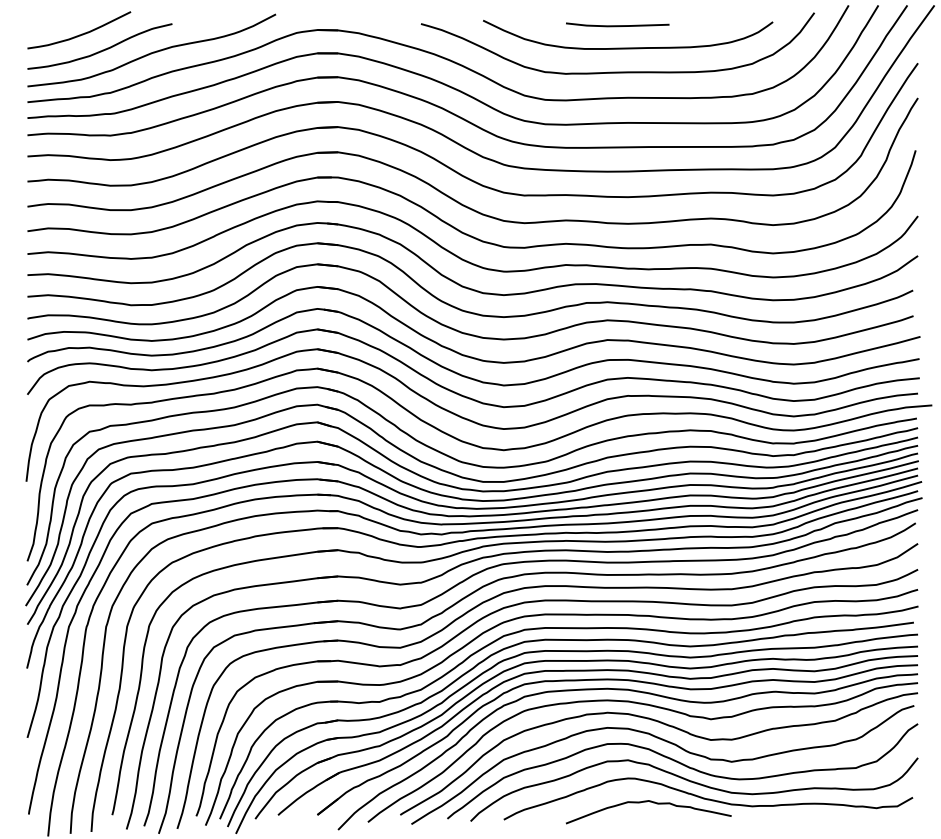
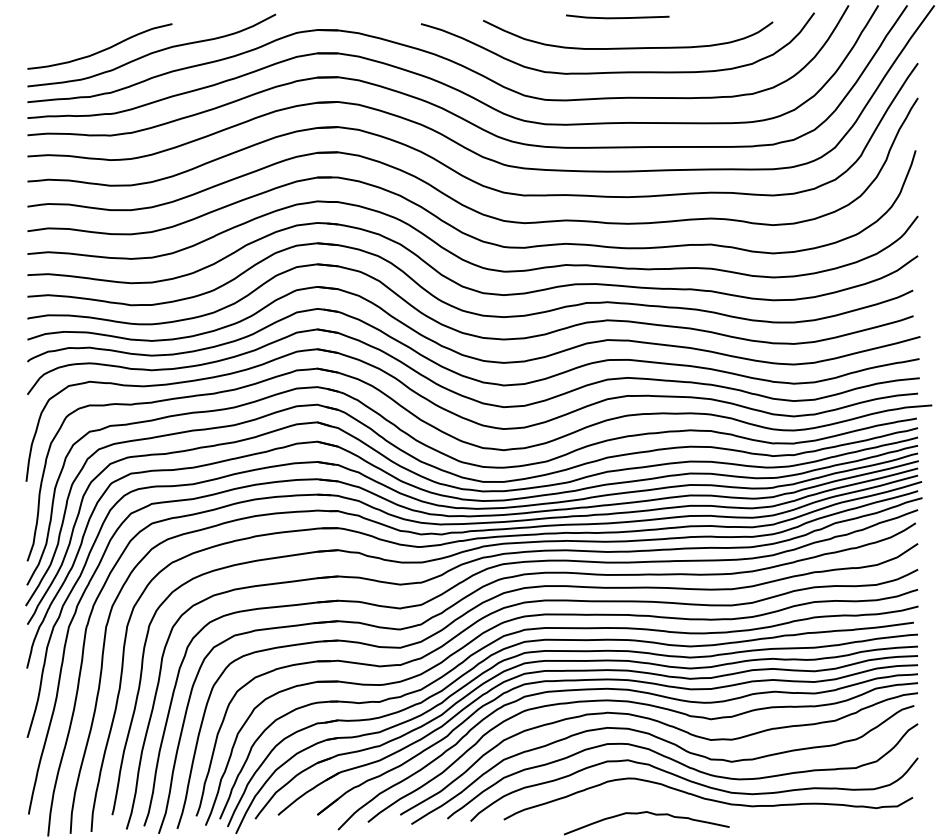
line at (617, 25) position: (617, 25) -> (617, 17)
curve at (81, 33): present -> none
curve at (647, 802) position: (647, 802) -> (645, 813)
